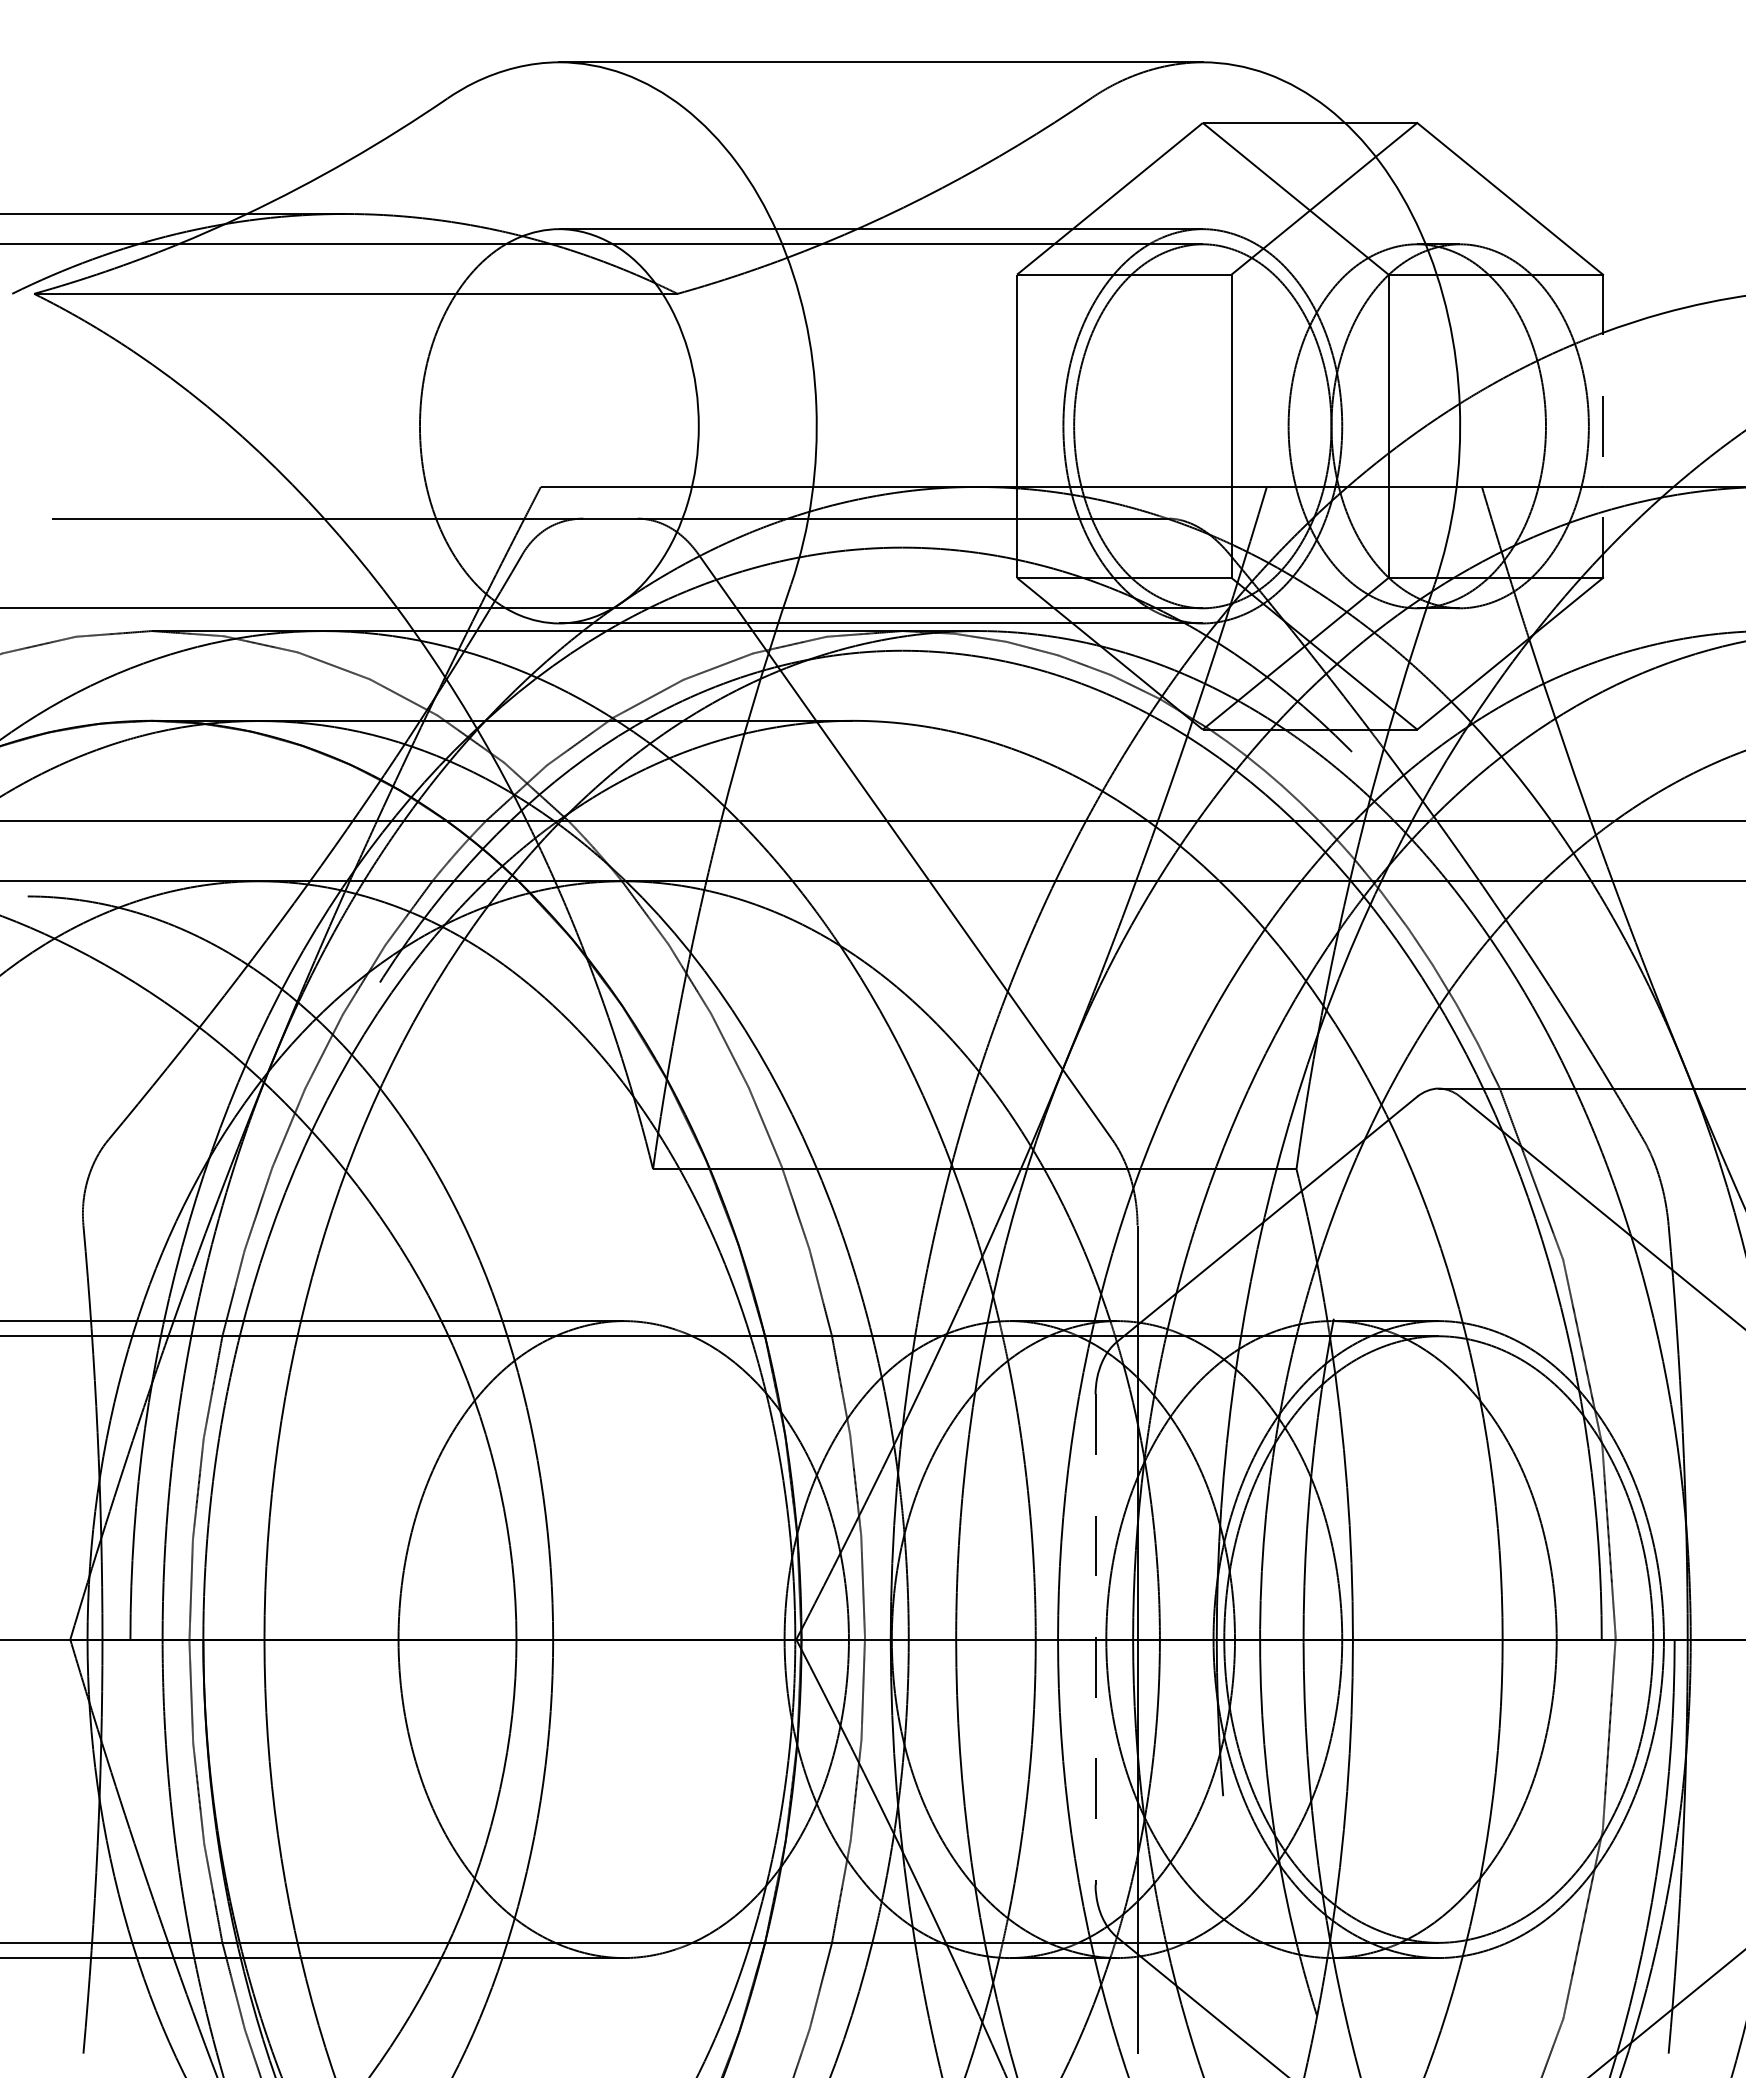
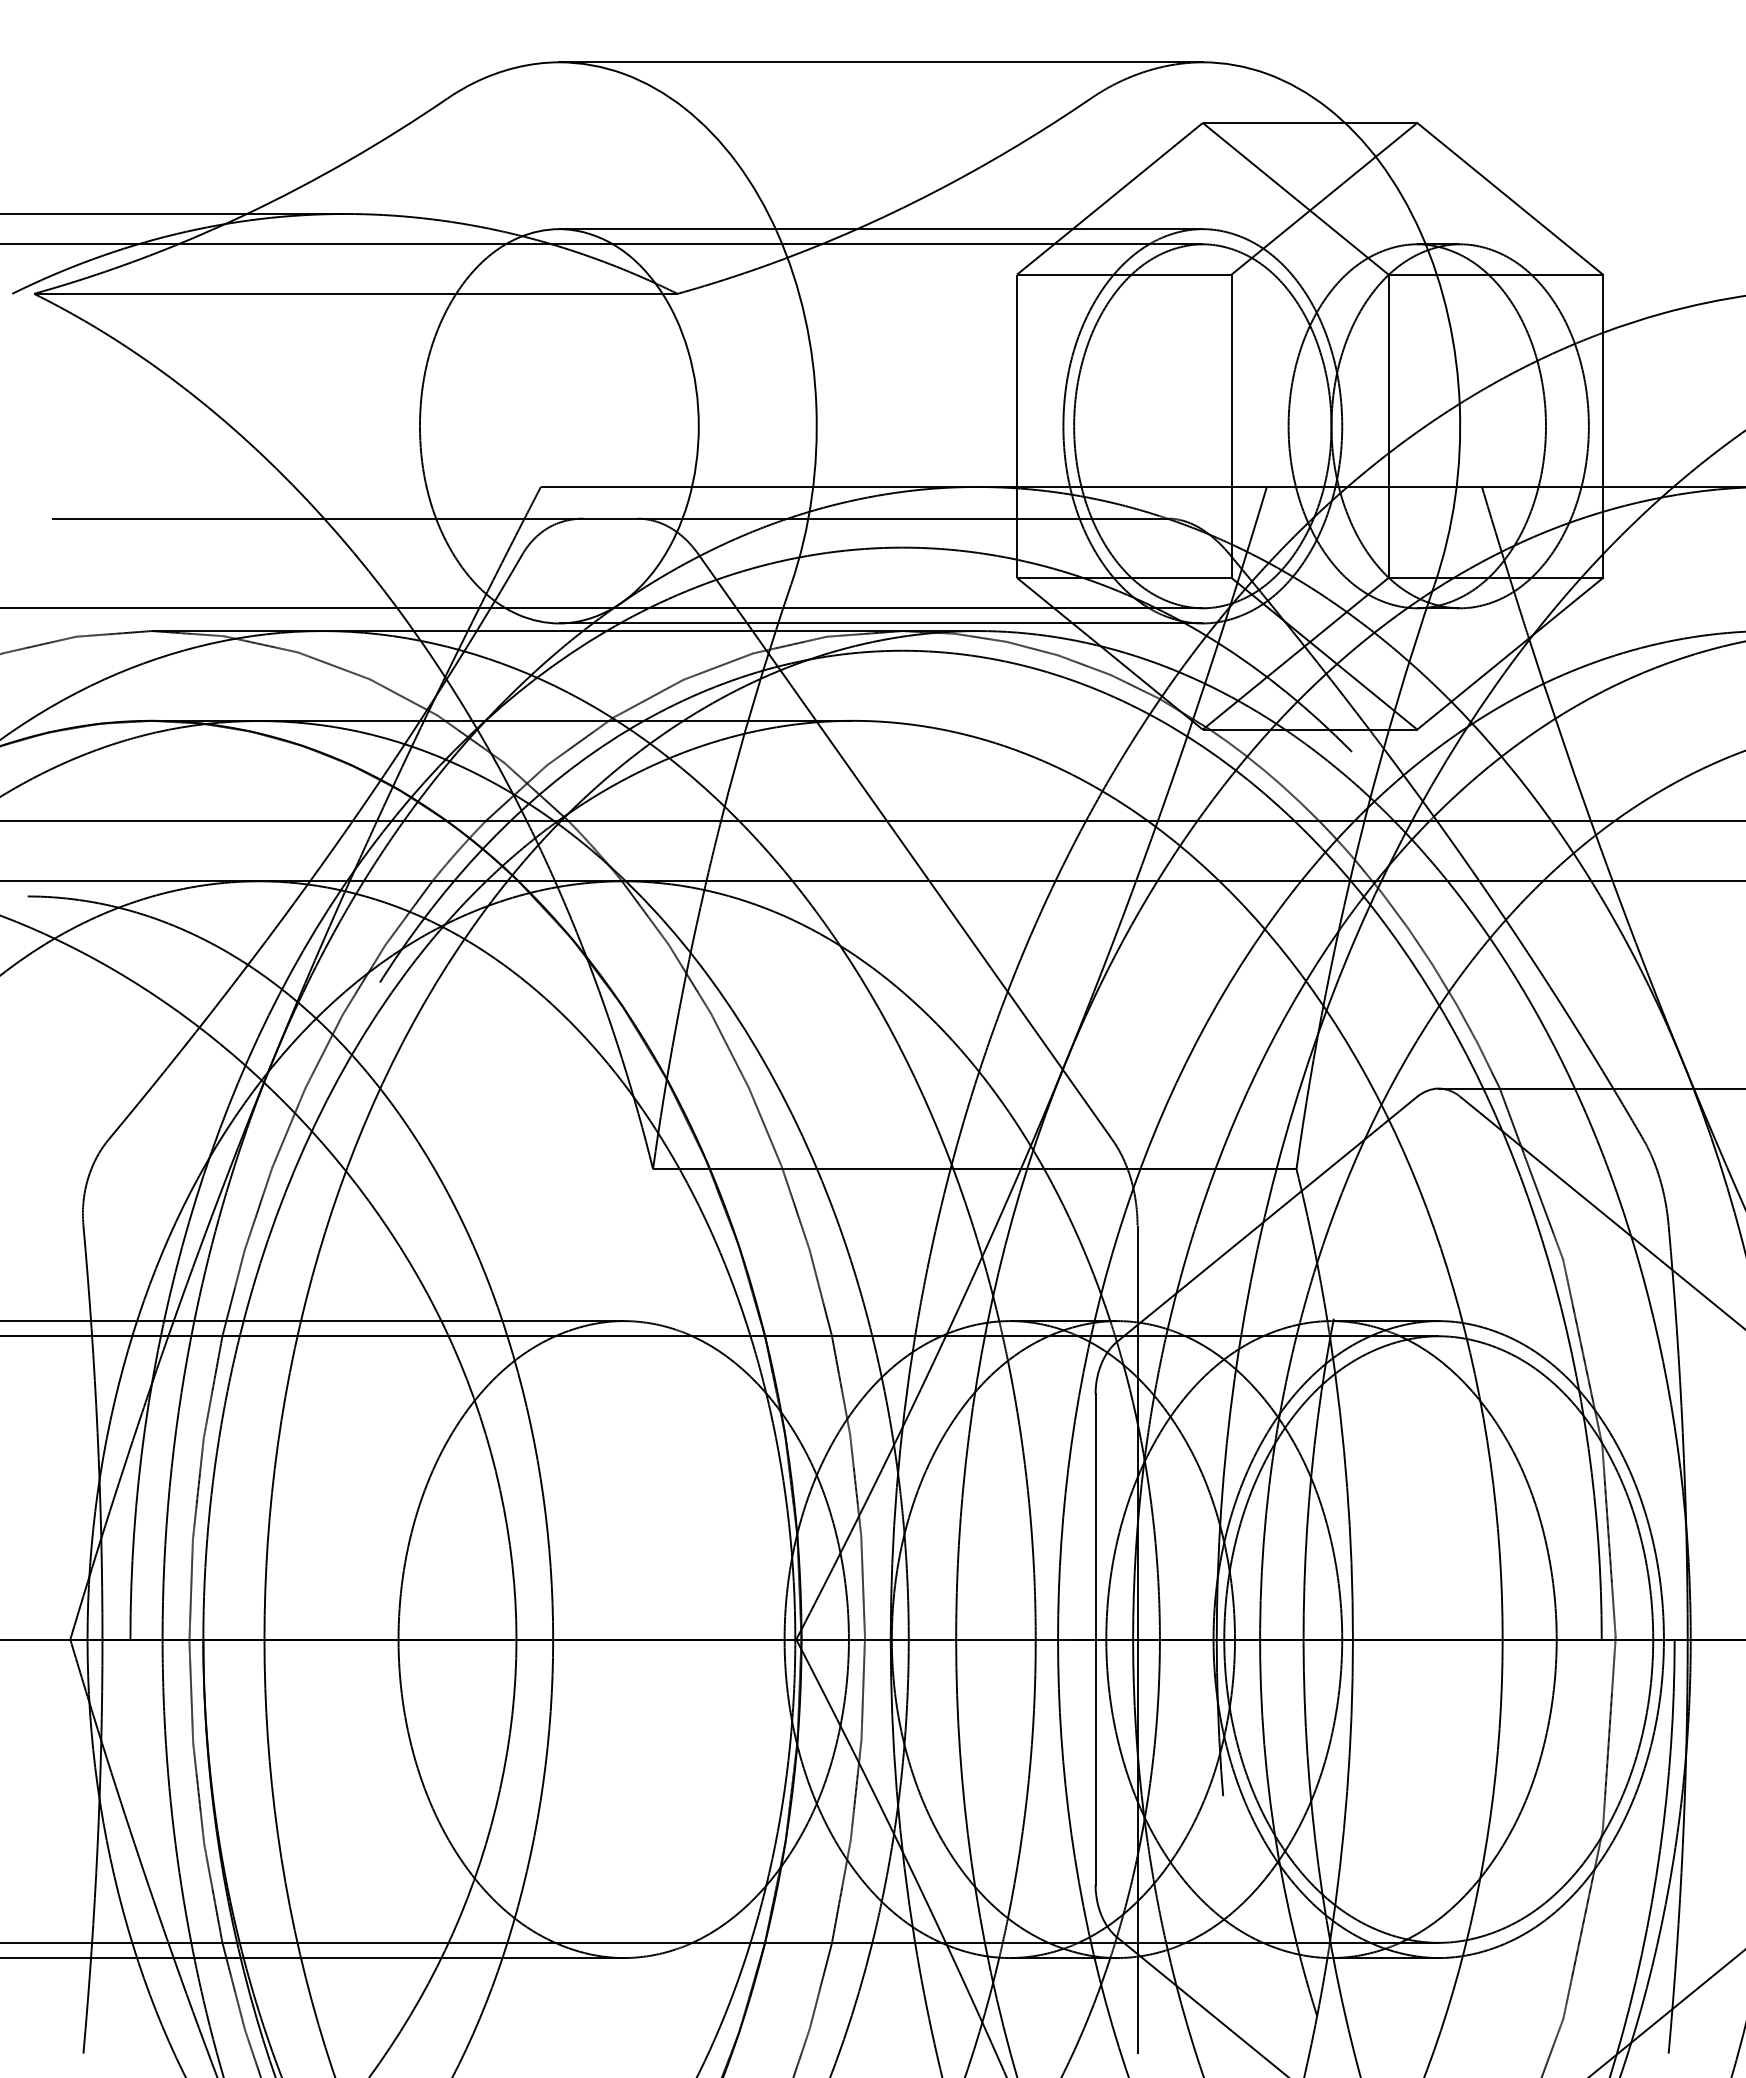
line at (1603, 426): dashed -> solid
line at (1095, 1640): dashed -> solid
